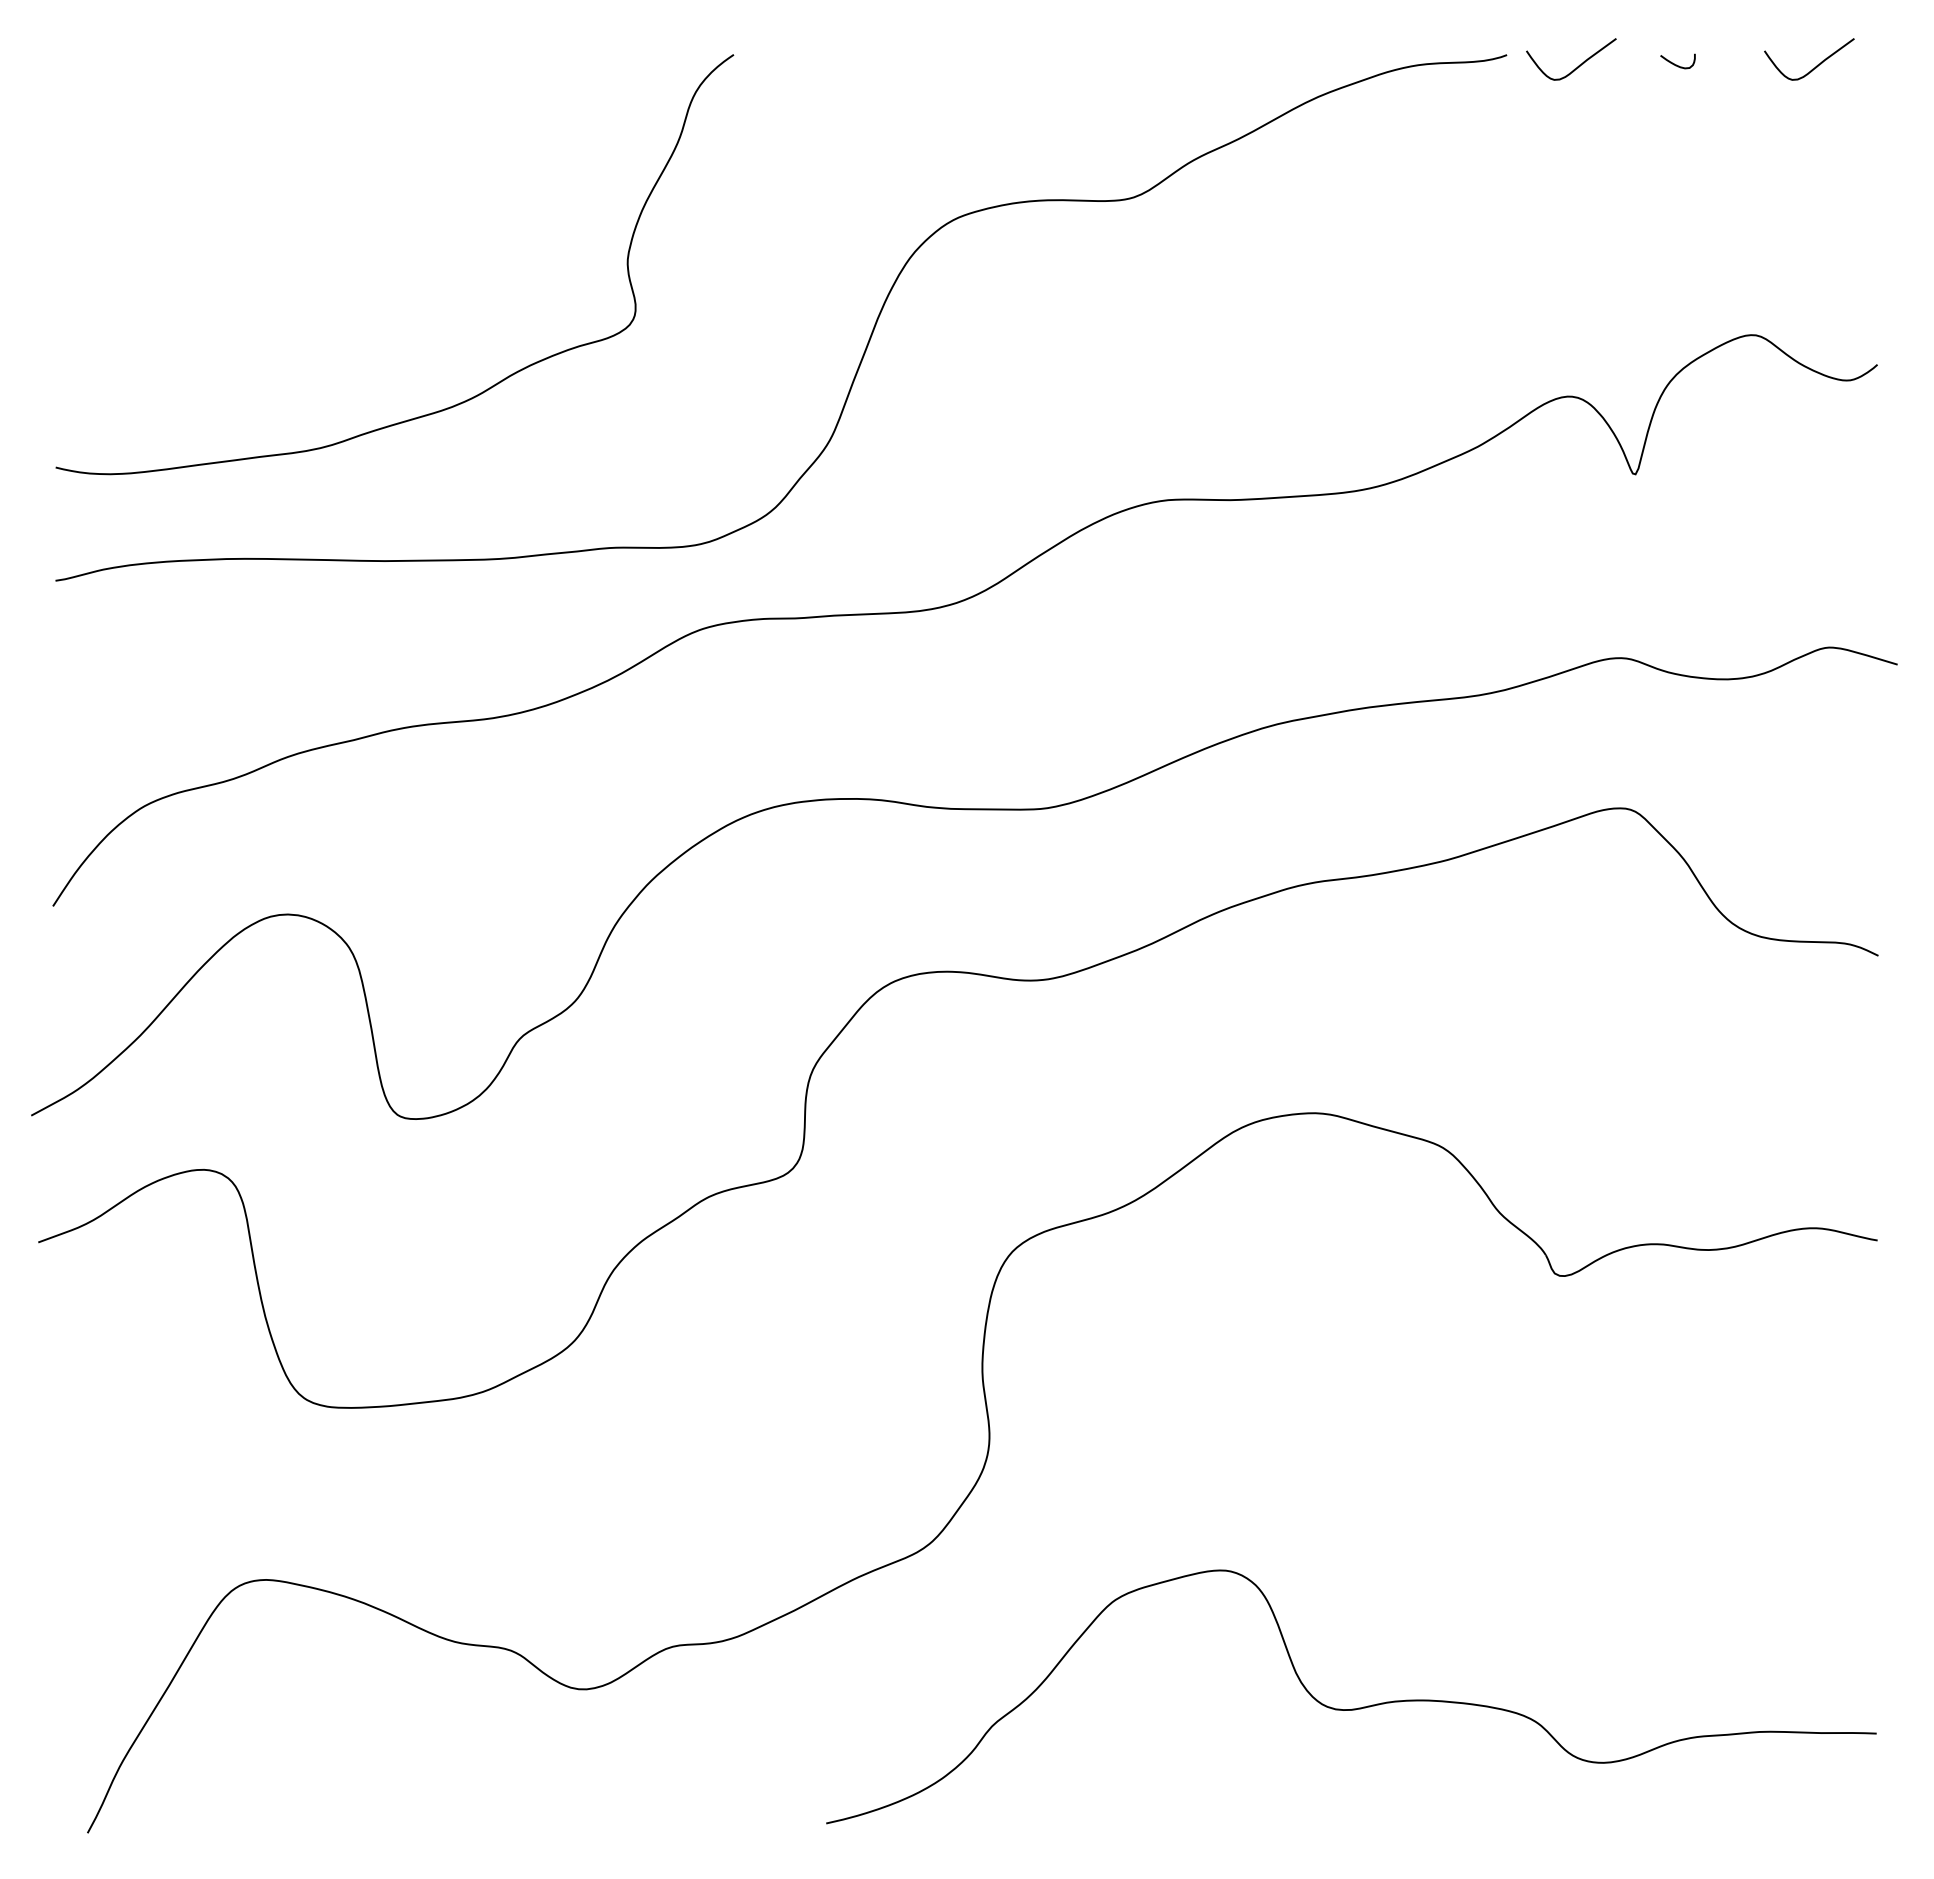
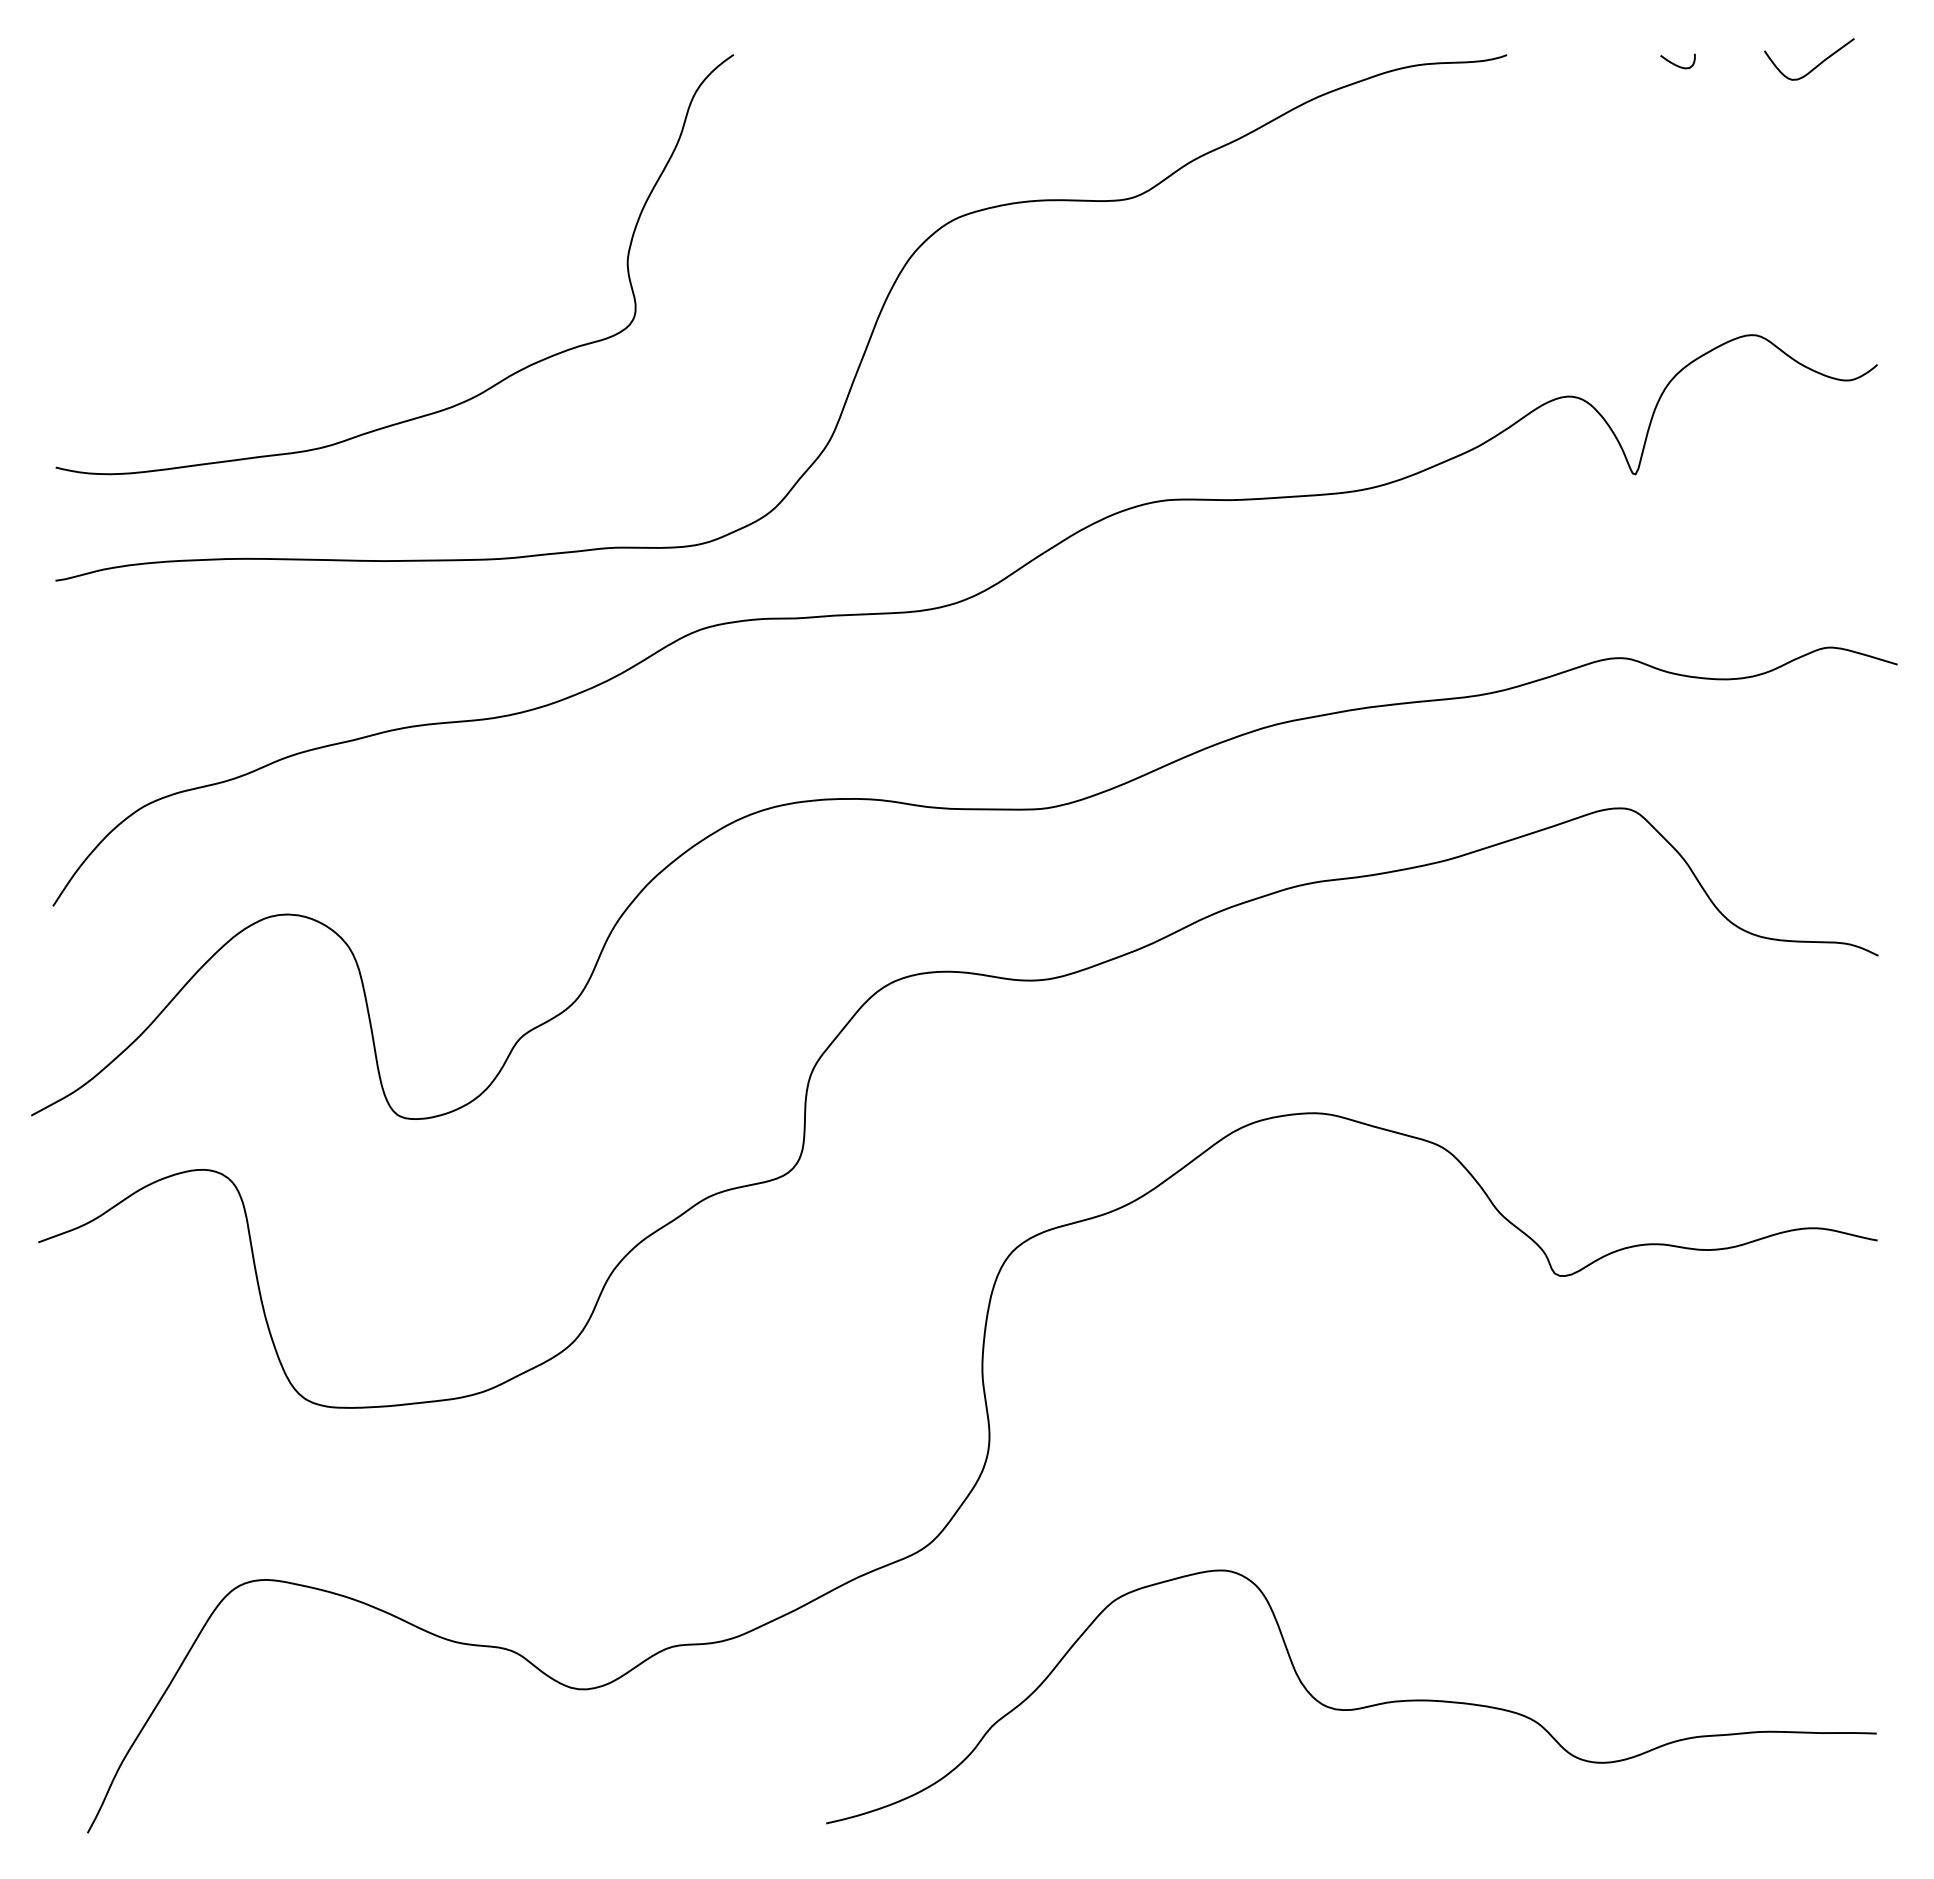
curve at (1578, 65): present -> none
